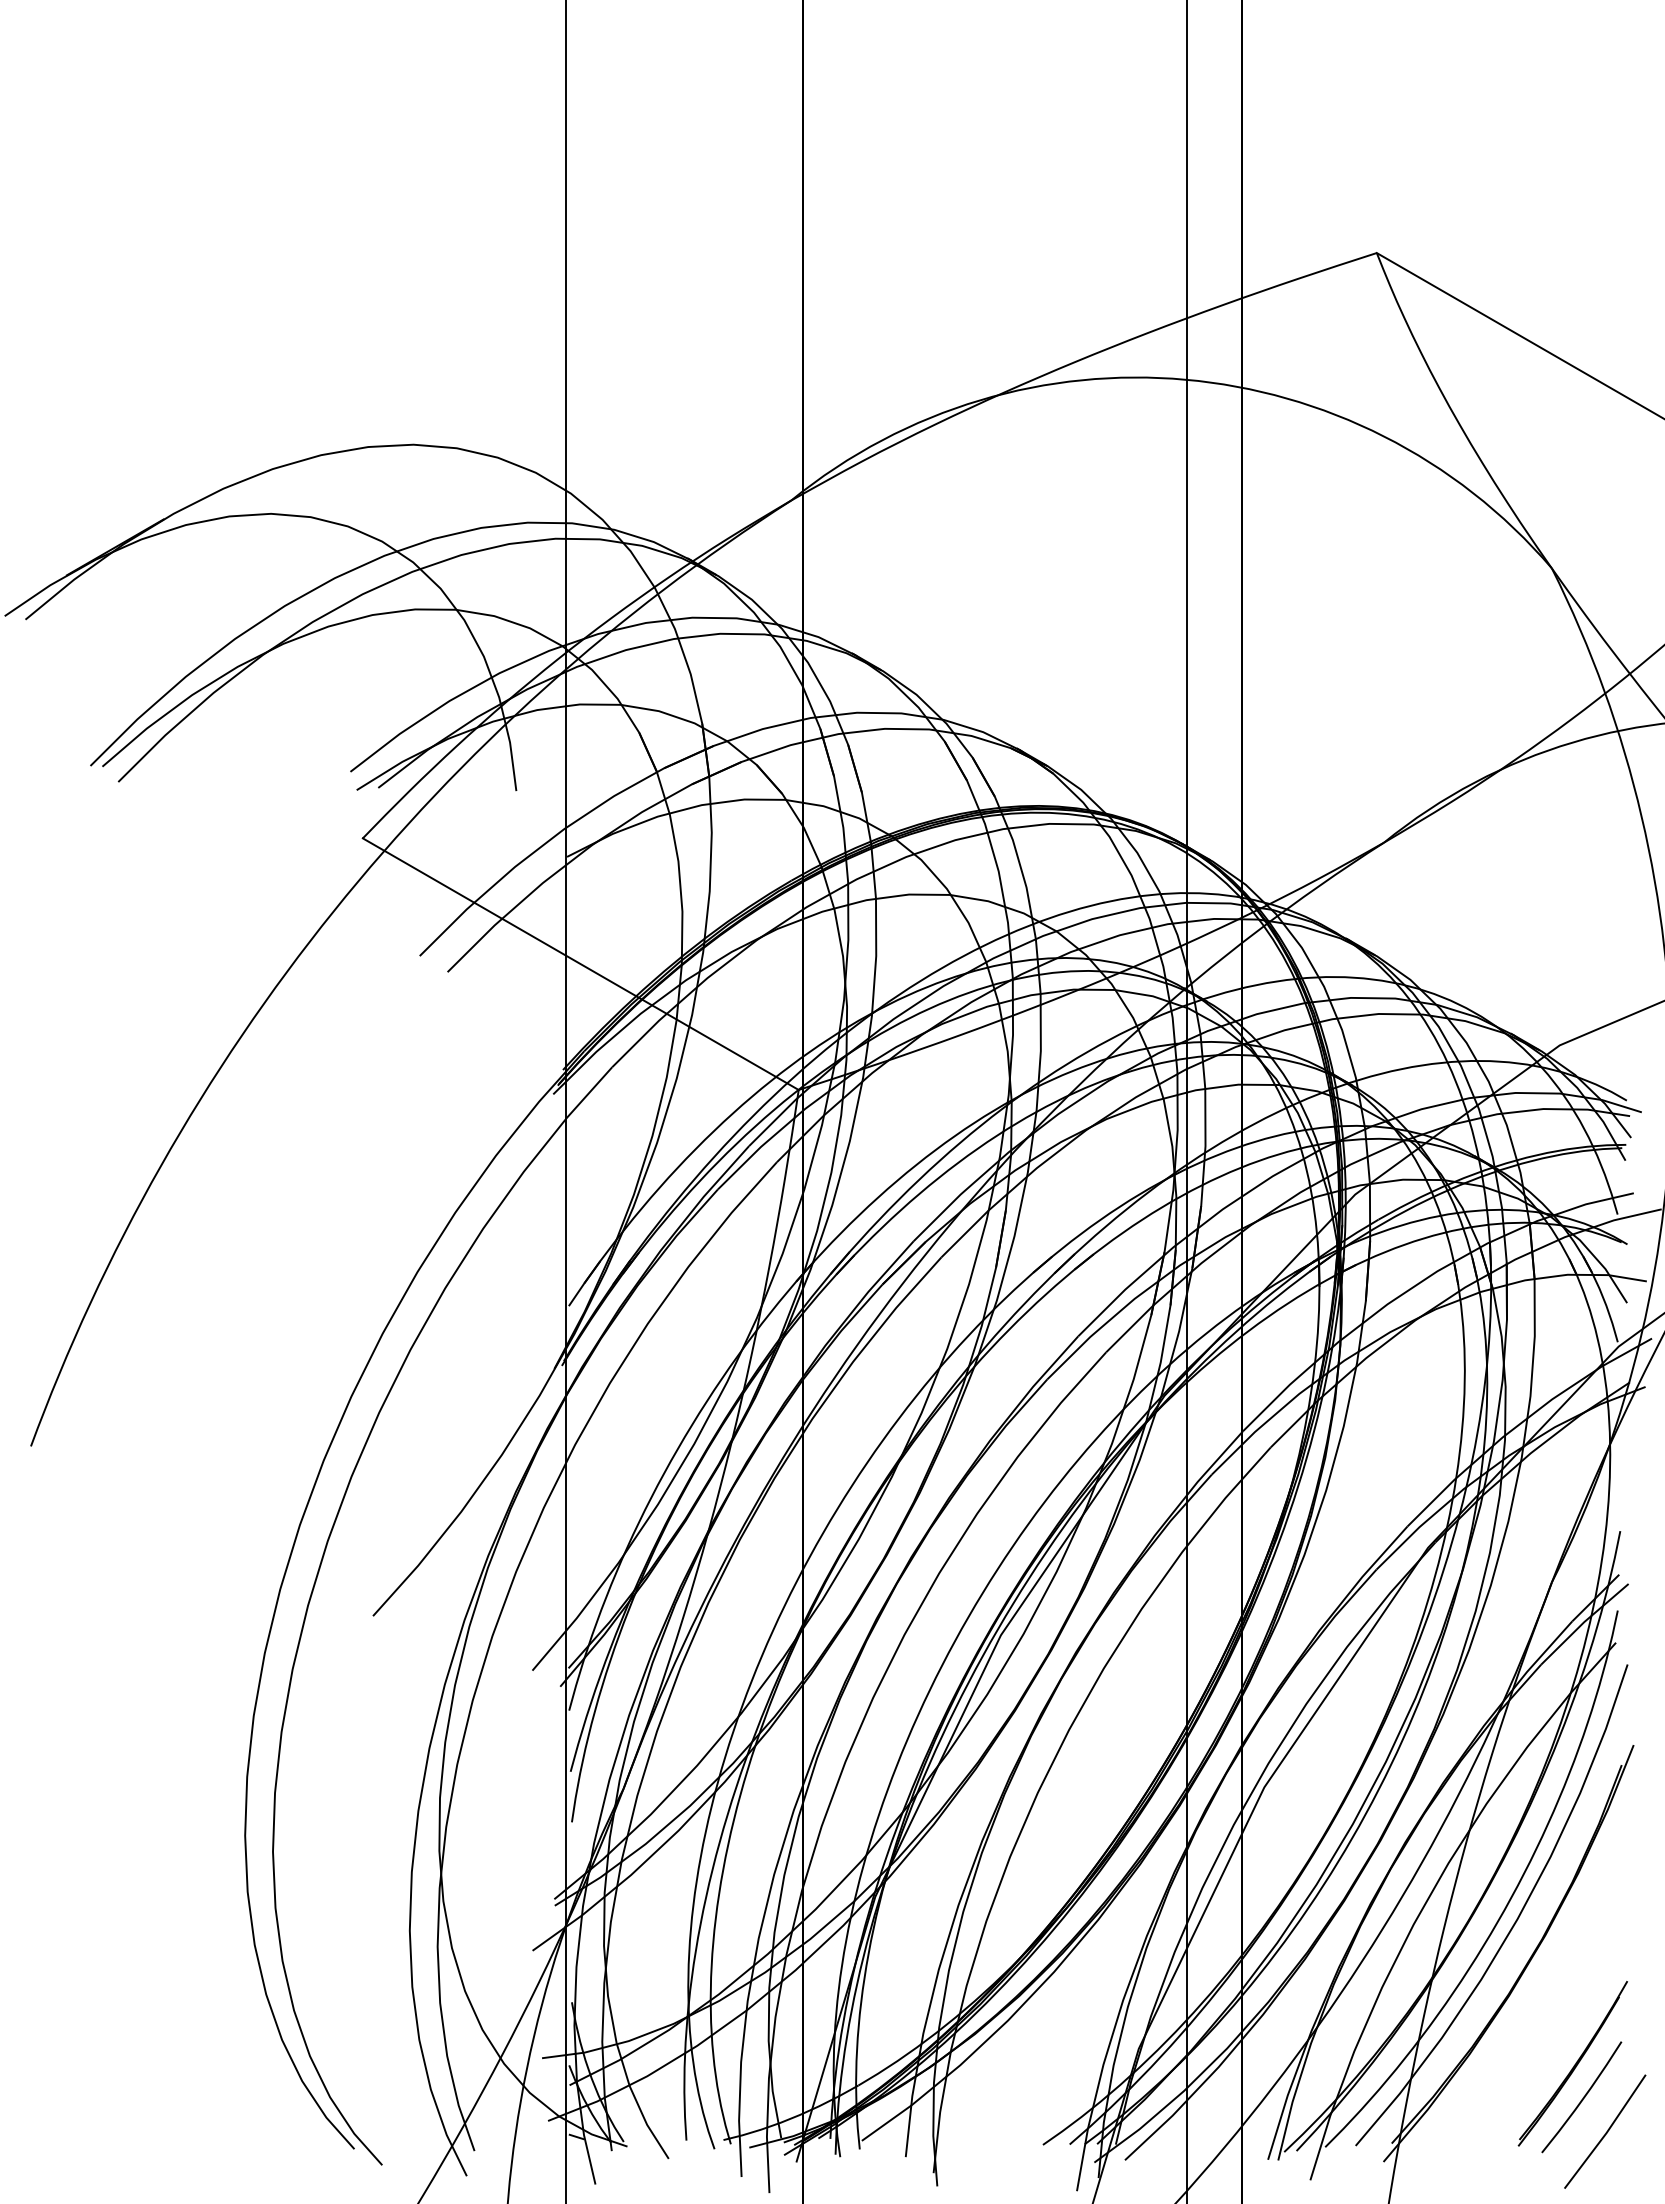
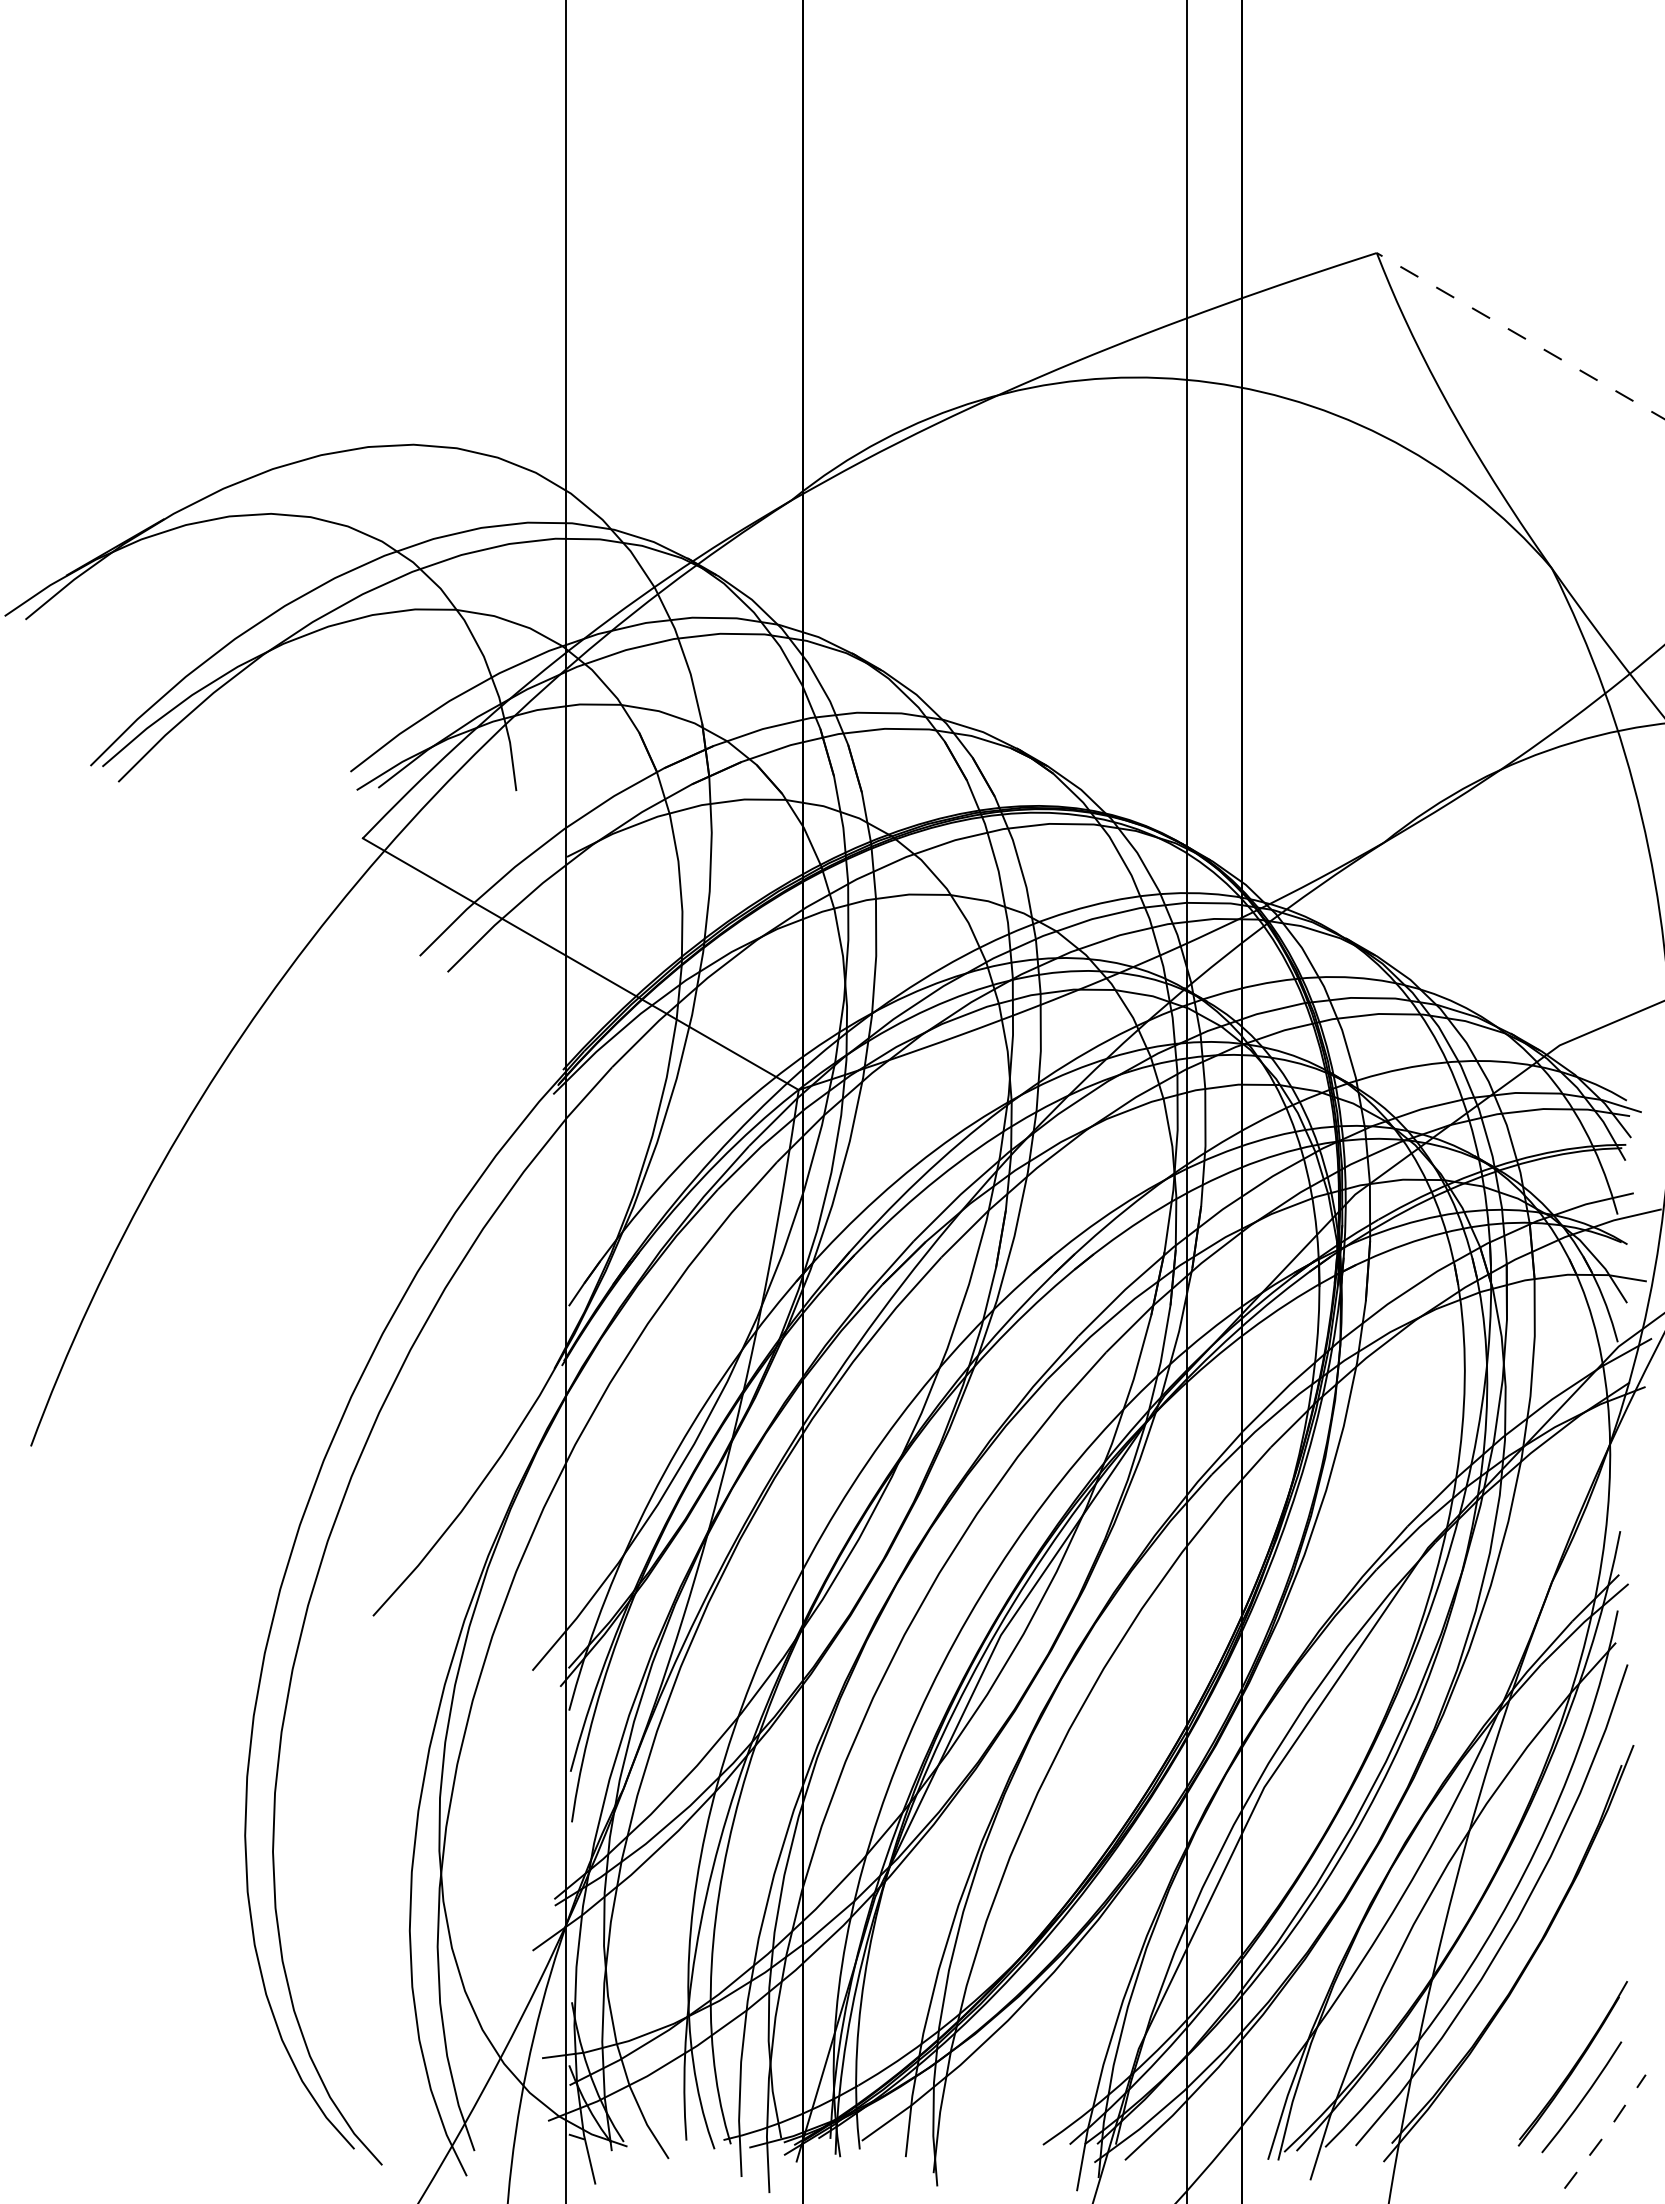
line at (1520, 335): solid -> dashed
line at (1606, 2133): solid -> dashed
